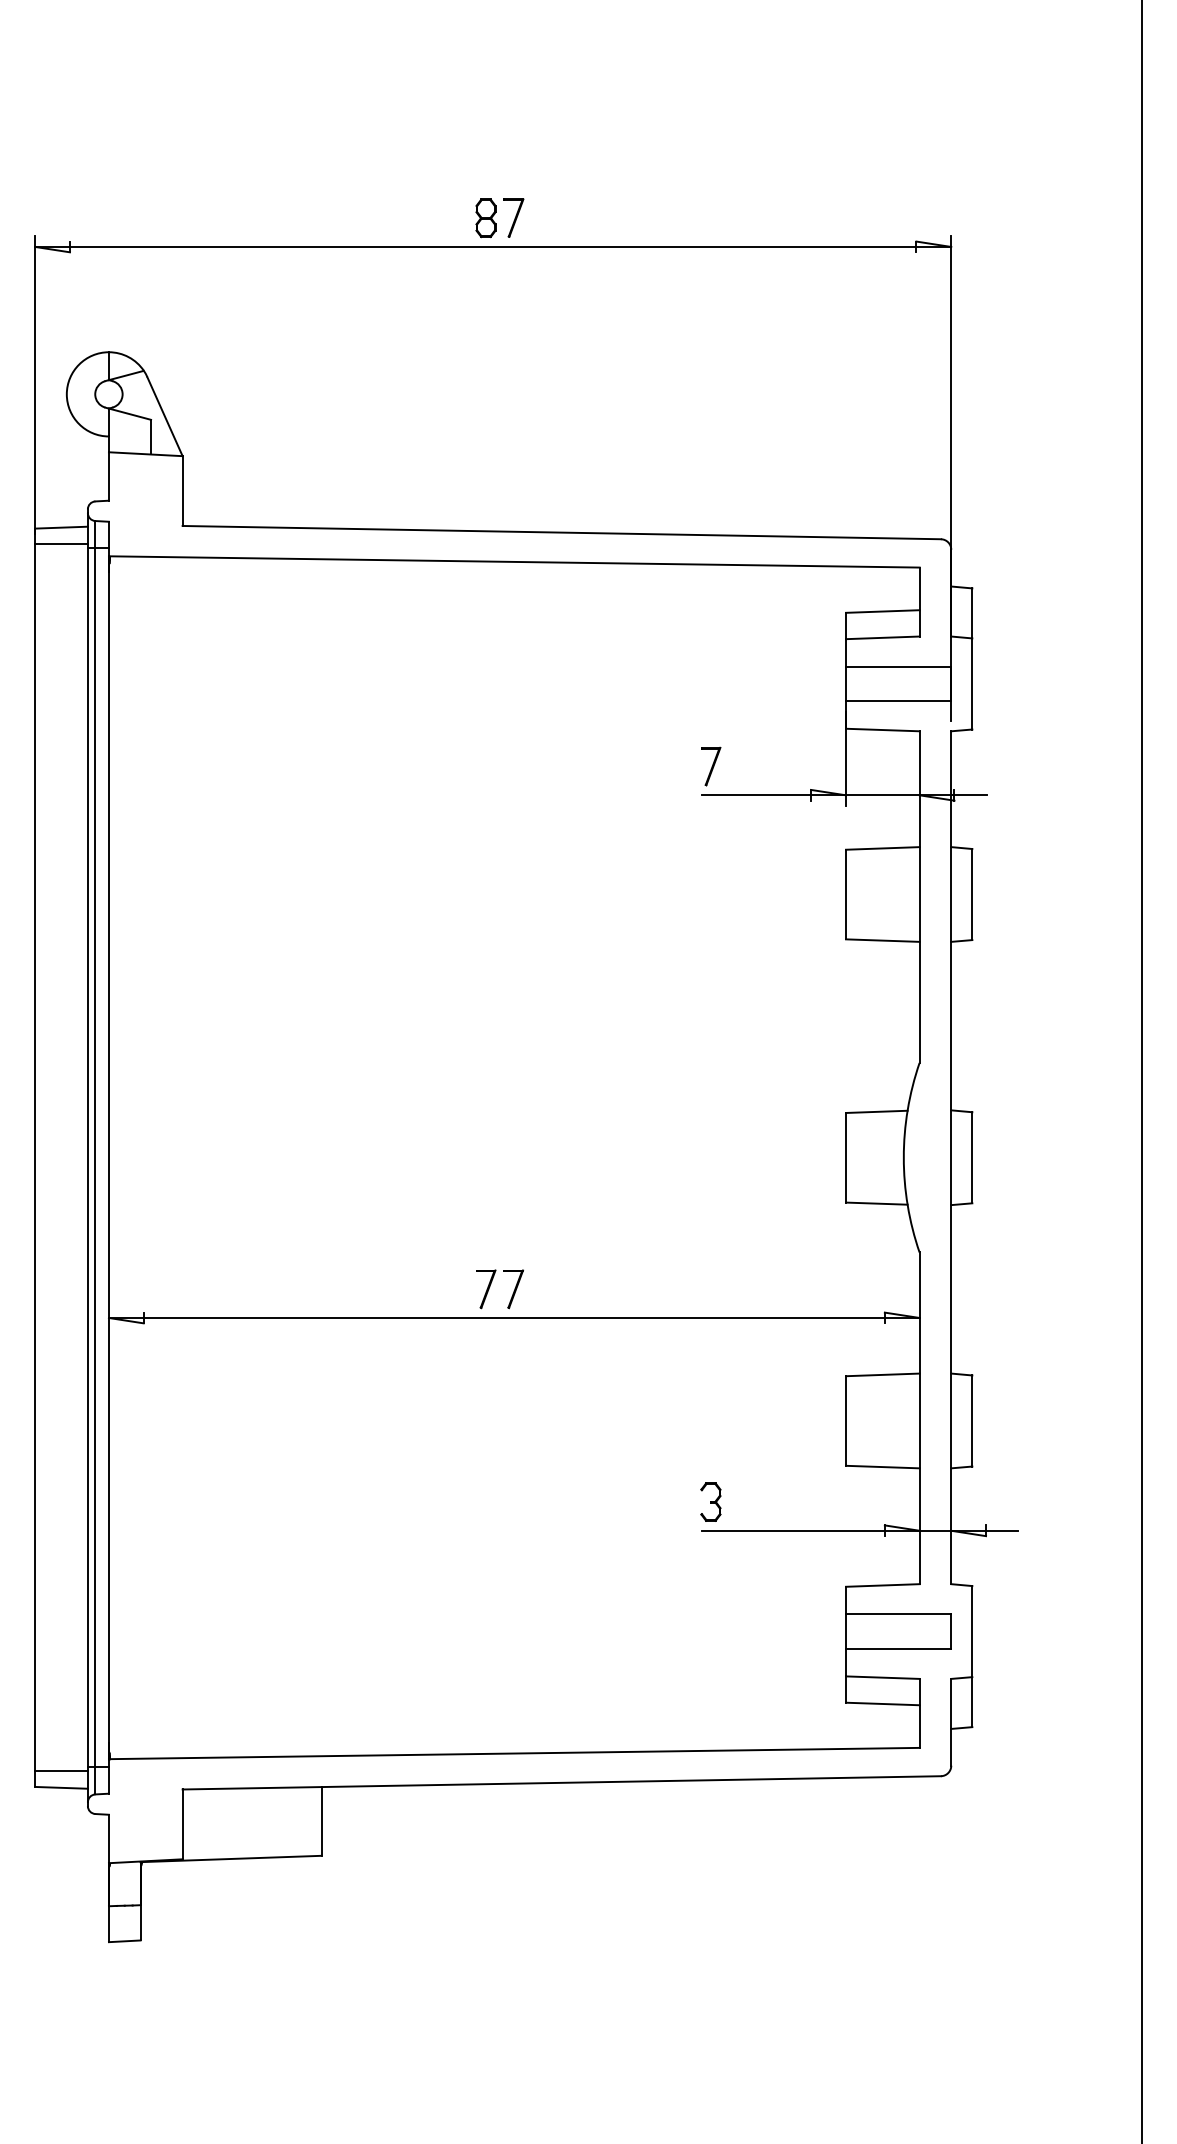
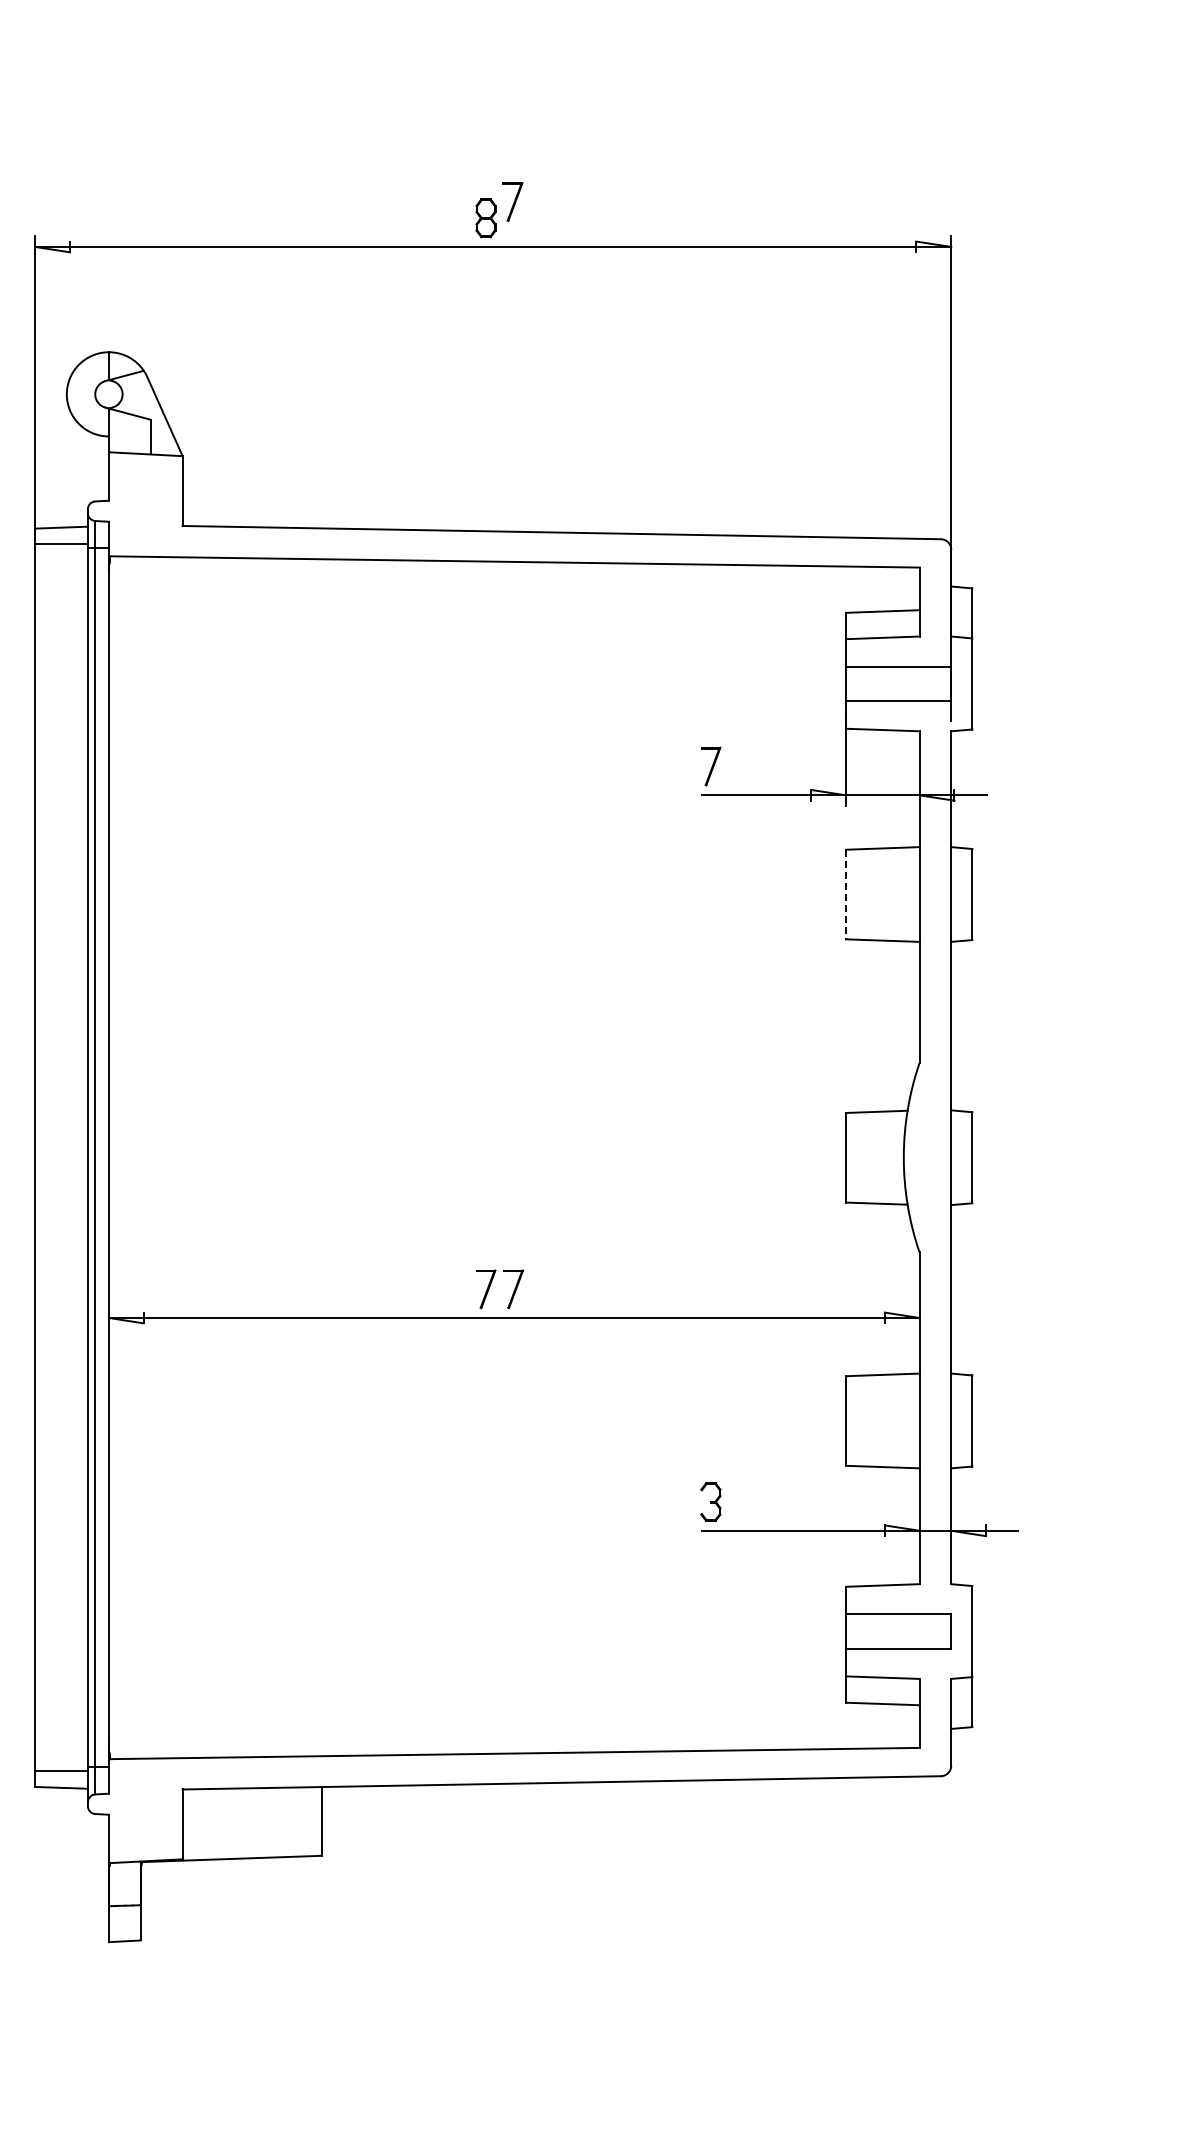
part at (513, 217) position: (513, 217) -> (512, 201)
line at (845, 894): solid -> dashed
line at (1141, 1071): present -> none
